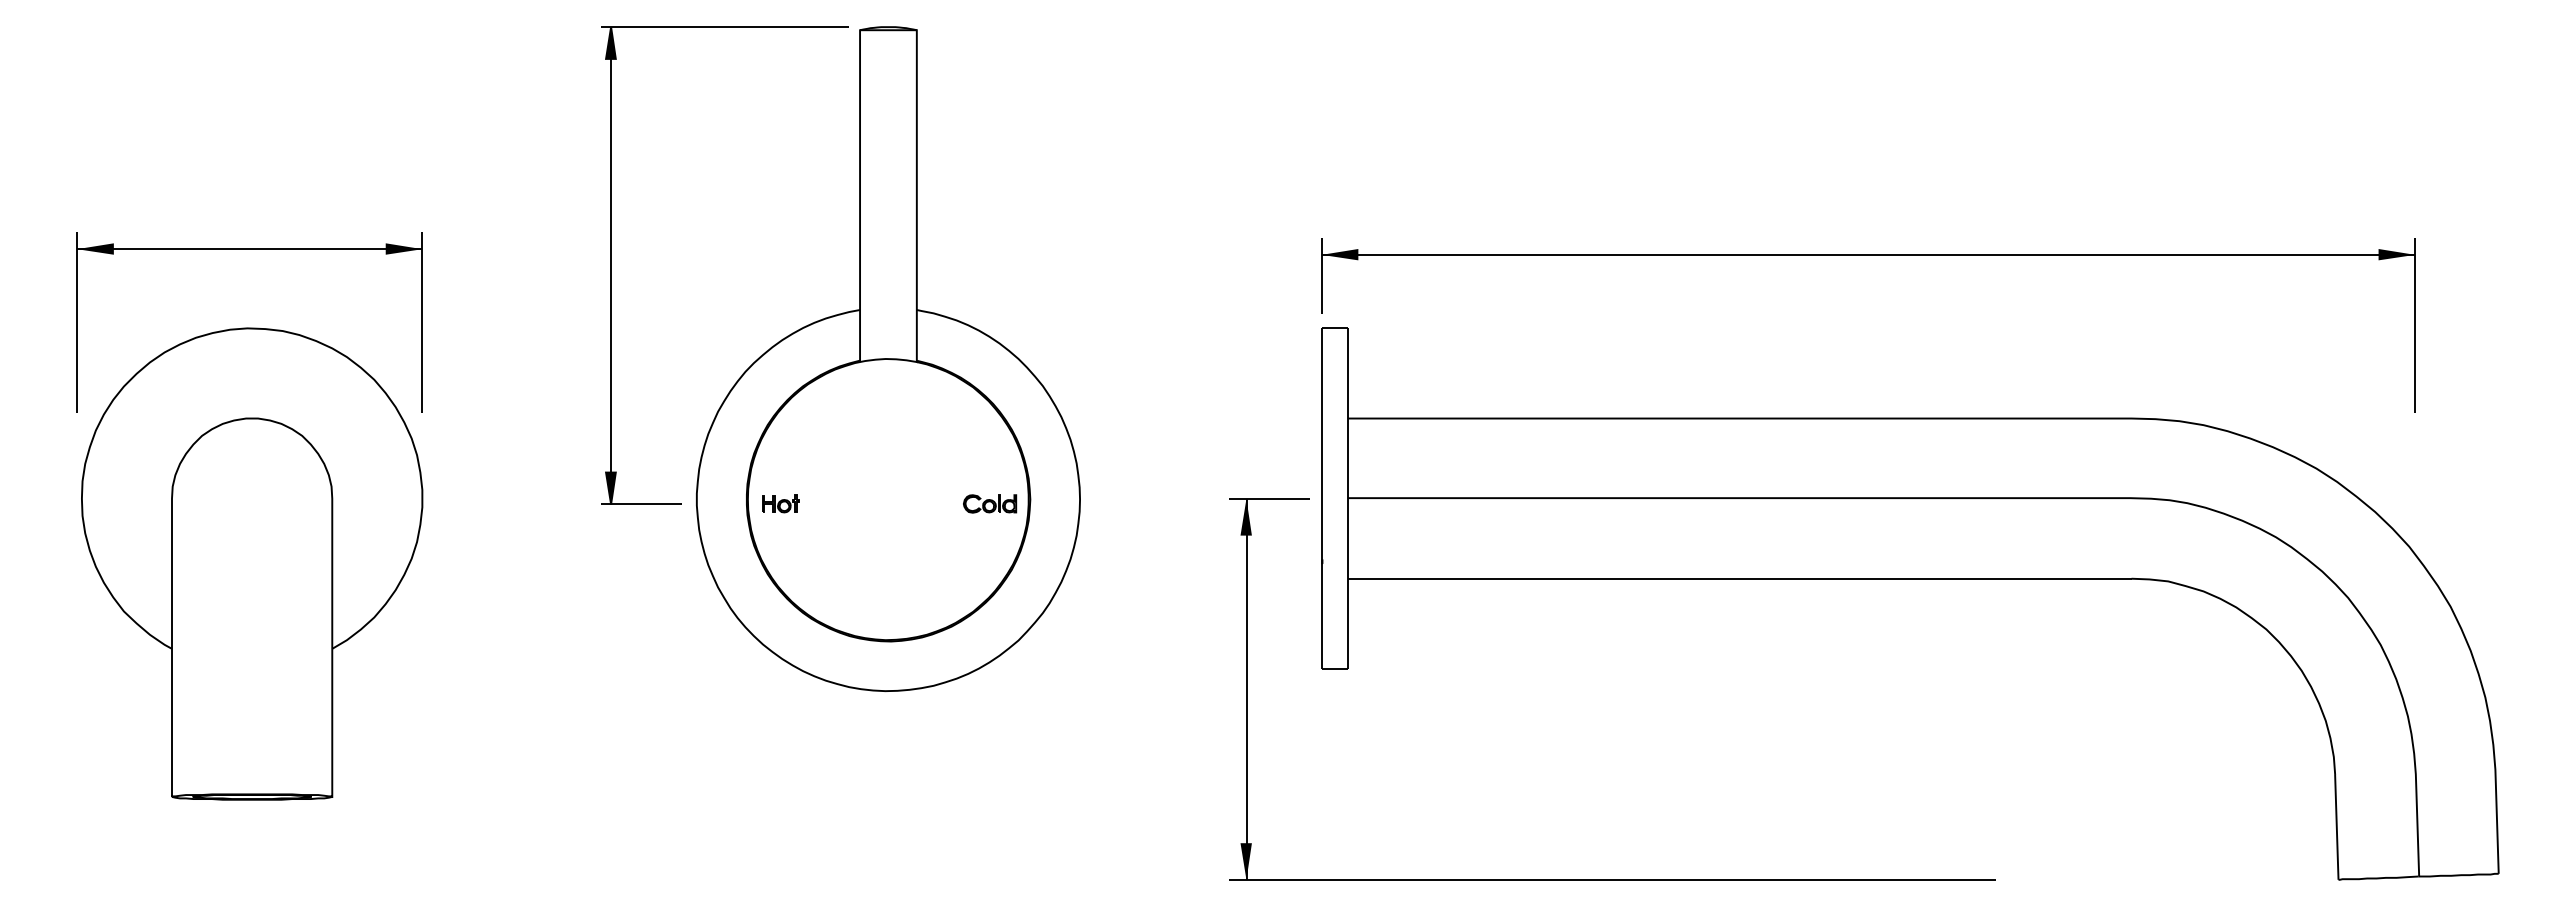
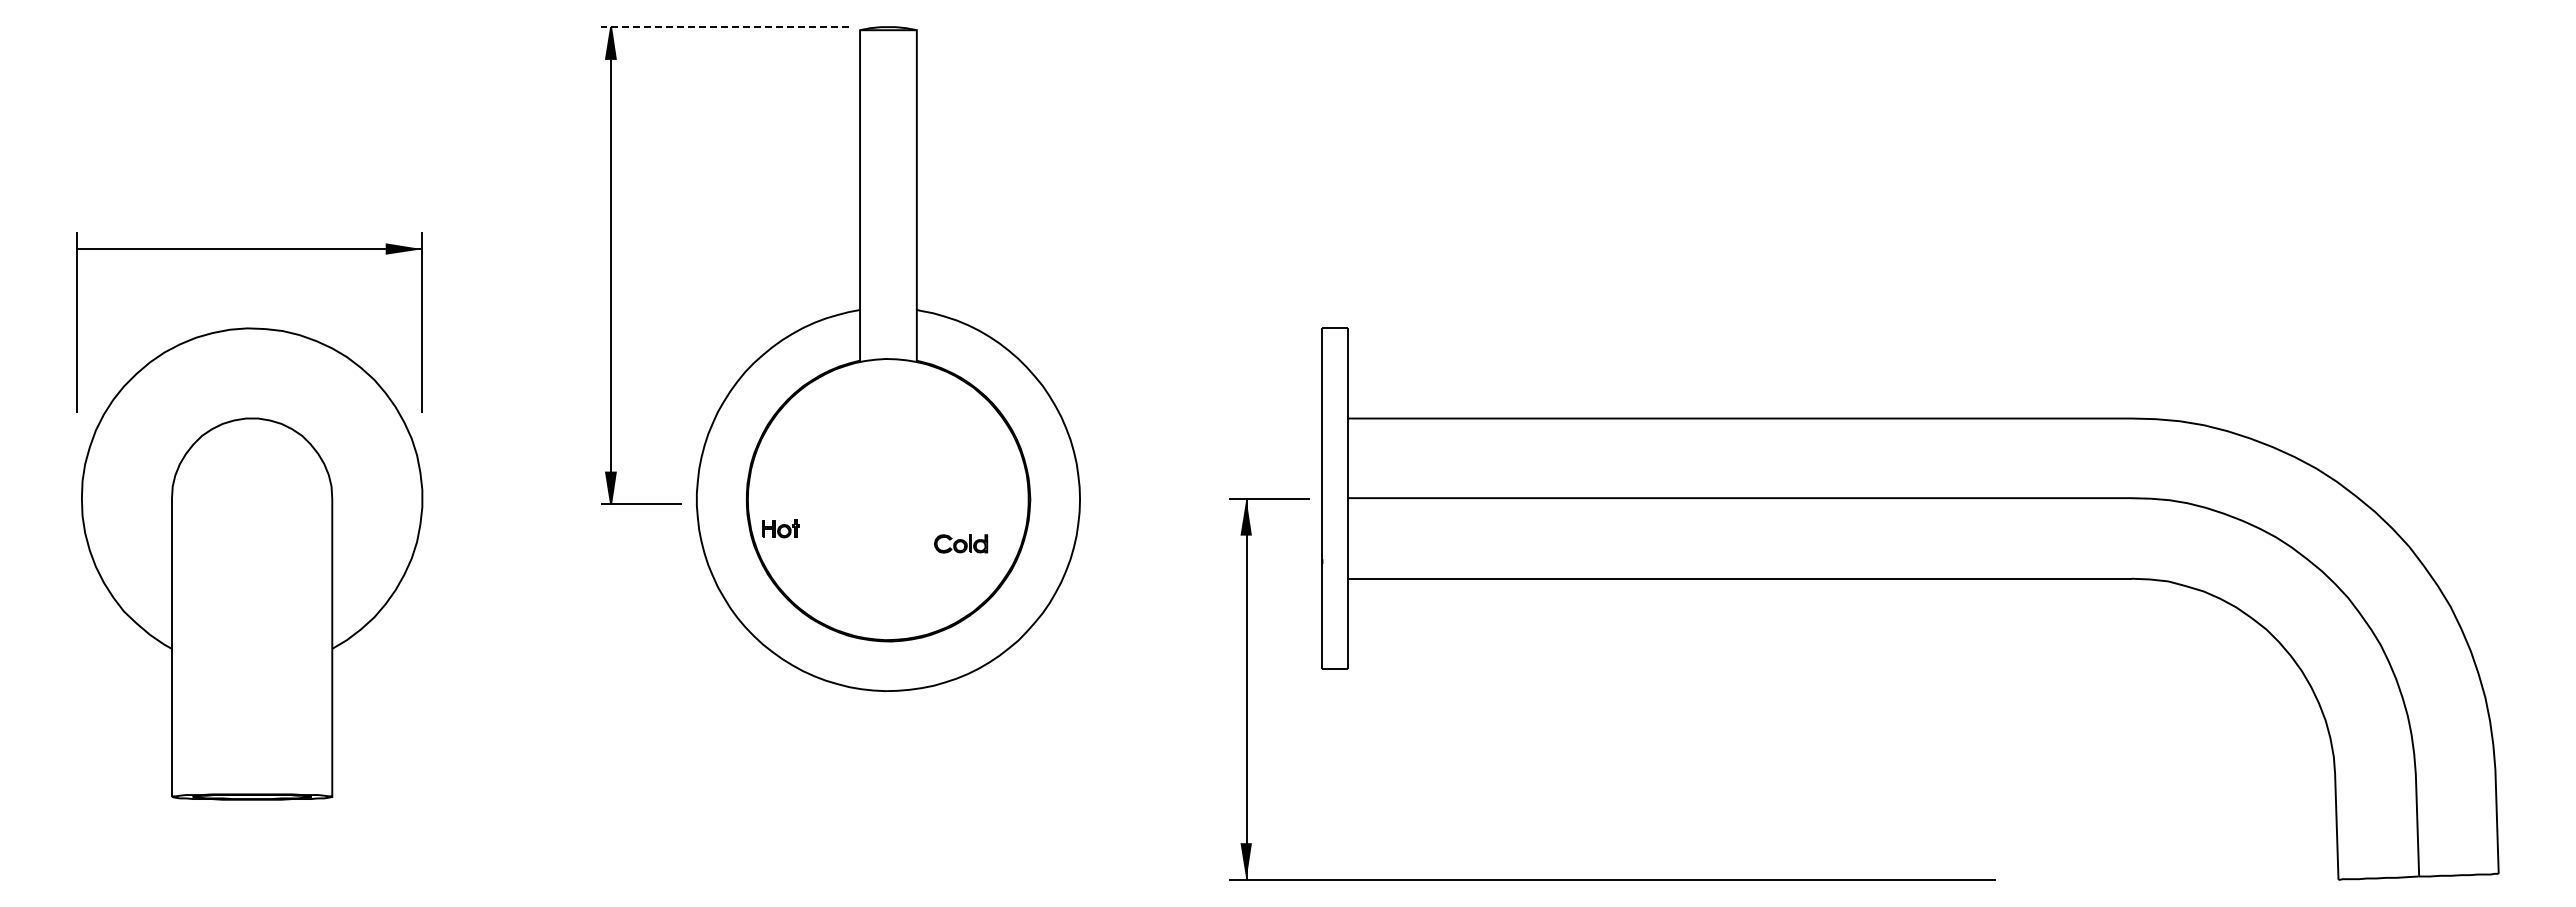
line at (725, 27): solid -> dashed
fill at (95, 248): present -> none
part at (1868, 255): present -> none
part at (780, 503) position: (780, 503) -> (780, 528)
part at (990, 503) position: (990, 503) -> (961, 543)
